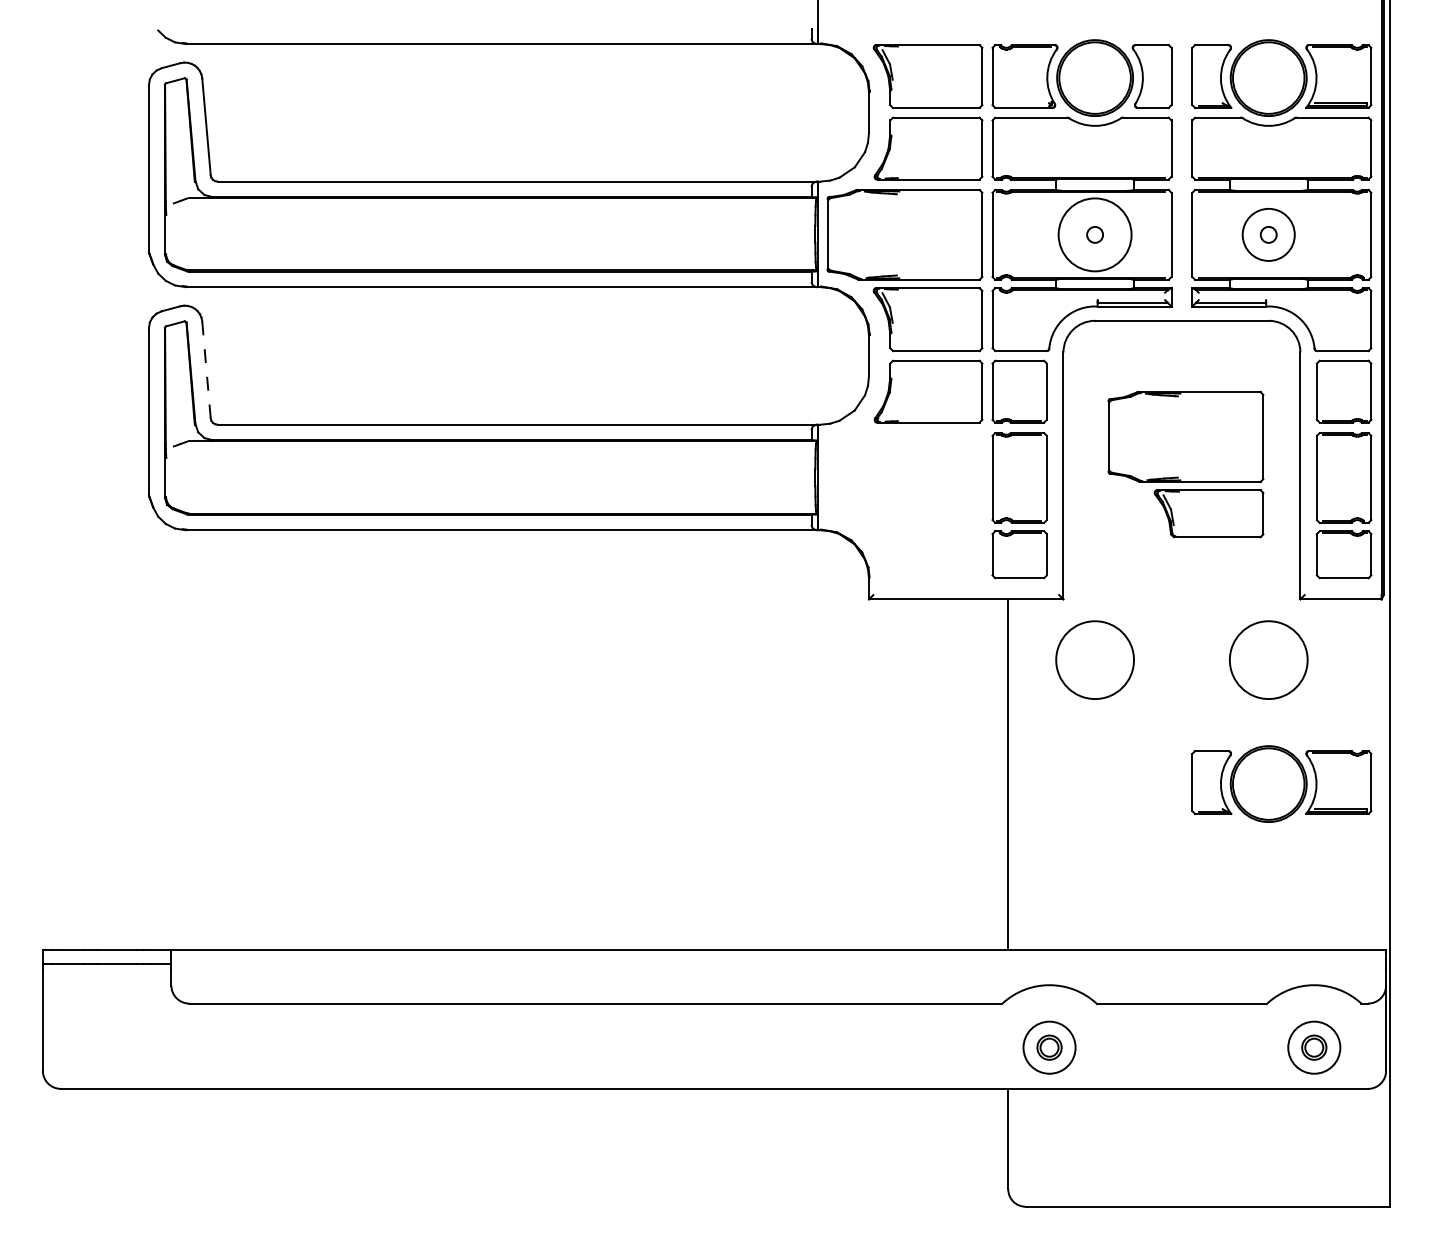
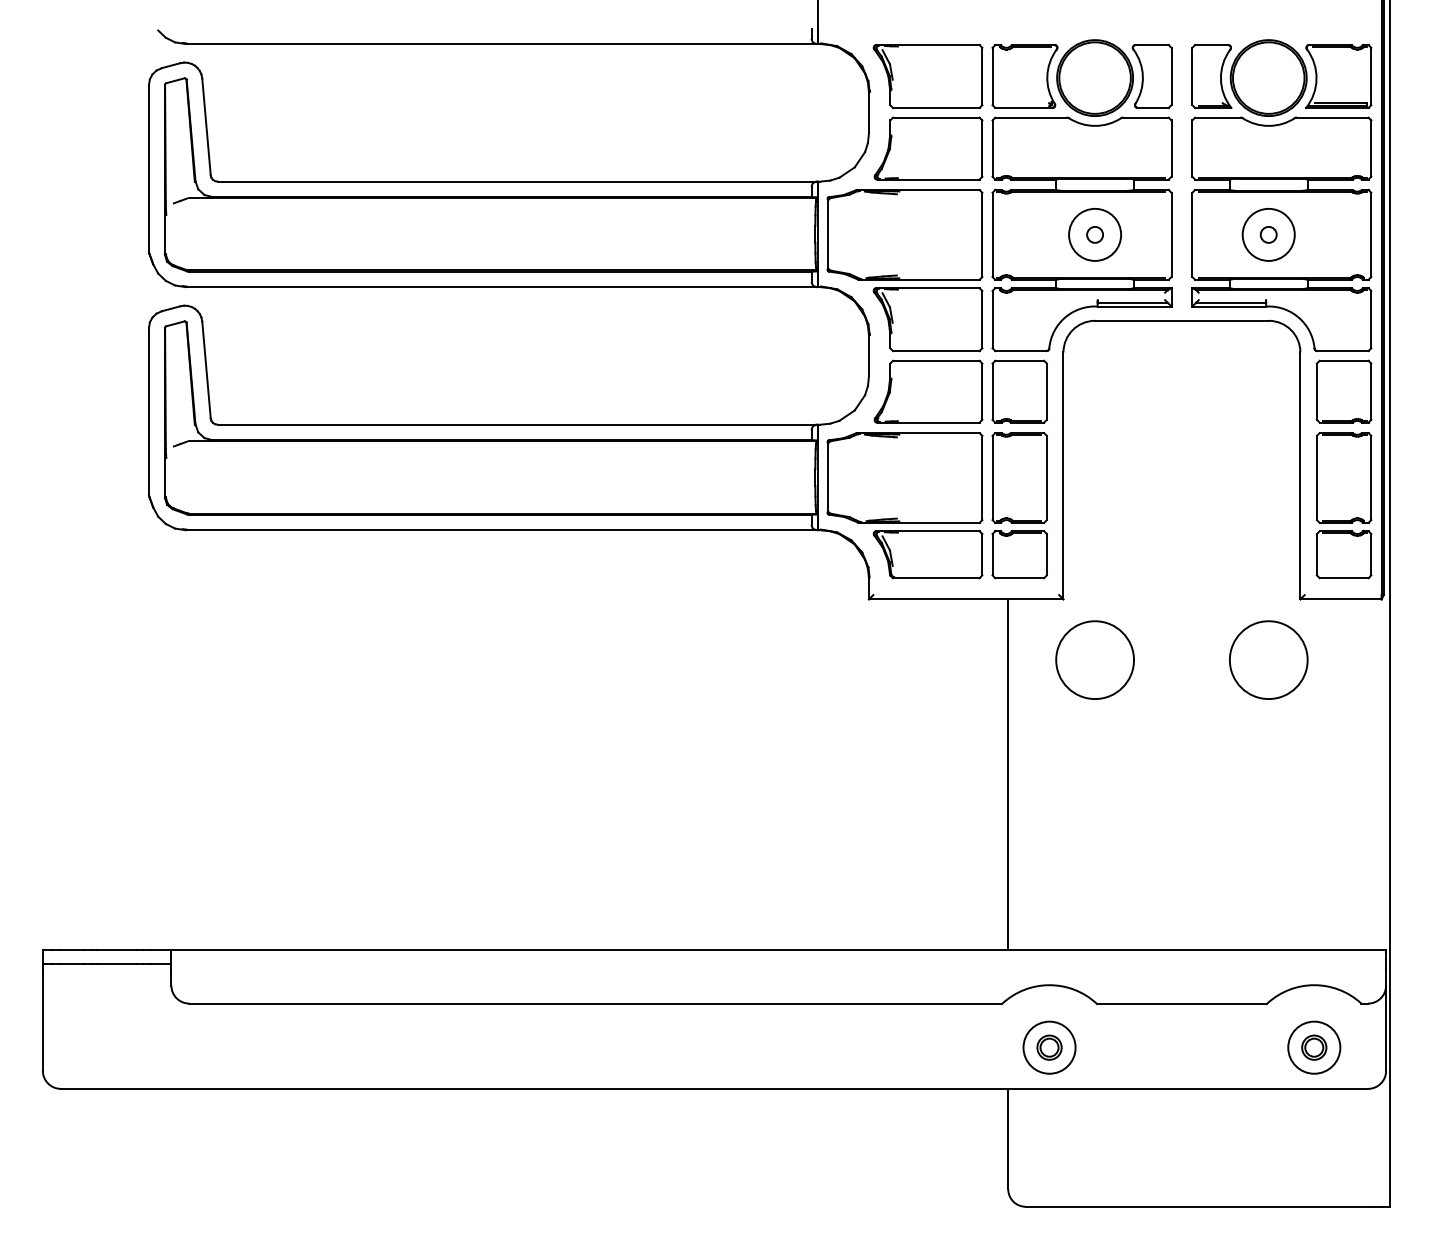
circle at (1094, 234) diameter: 73 px -> 52 px
line at (206, 369): dashed -> solid
part at (1185, 464) position: (1185, 464) -> (904, 505)
part at (1281, 783): present -> none
